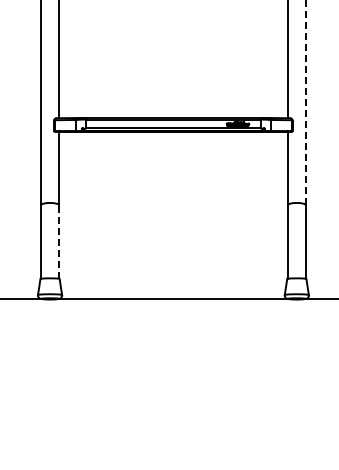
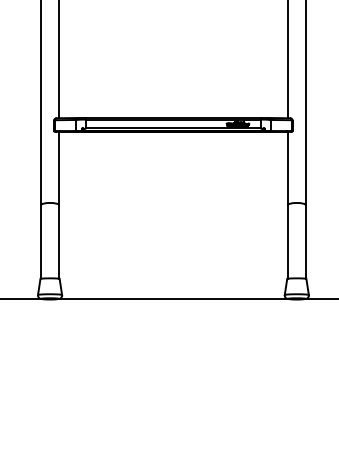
line at (305, 102): dashed -> solid
line at (58, 241): dashed -> solid
